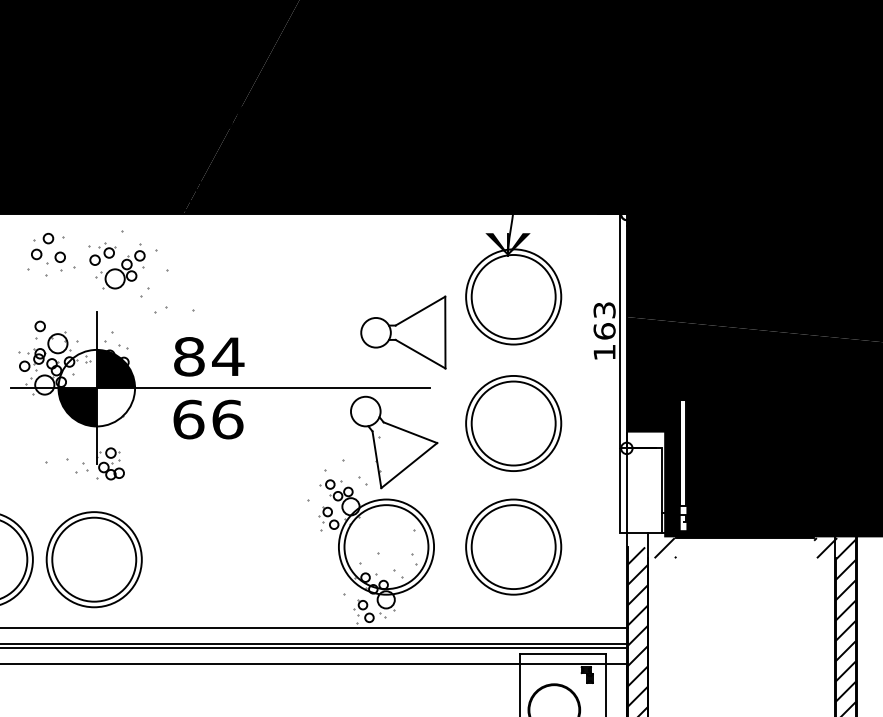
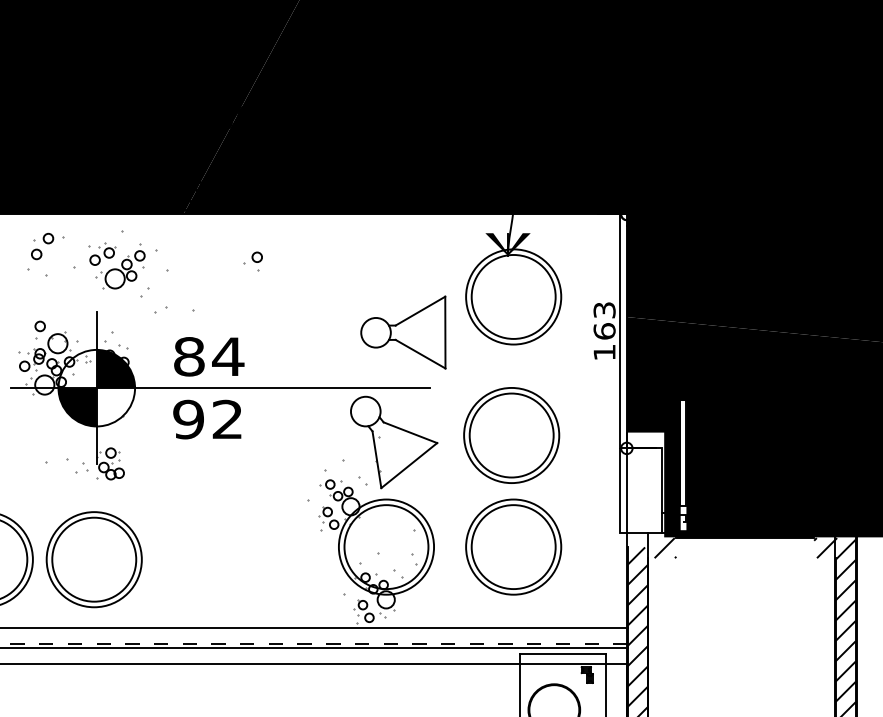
part at (55, 261) position: (55, 261) -> (252, 261)
text at (208, 419): 66 -> 92
part at (513, 423) position: (513, 423) -> (511, 435)
line at (313, 643): solid -> dashed
